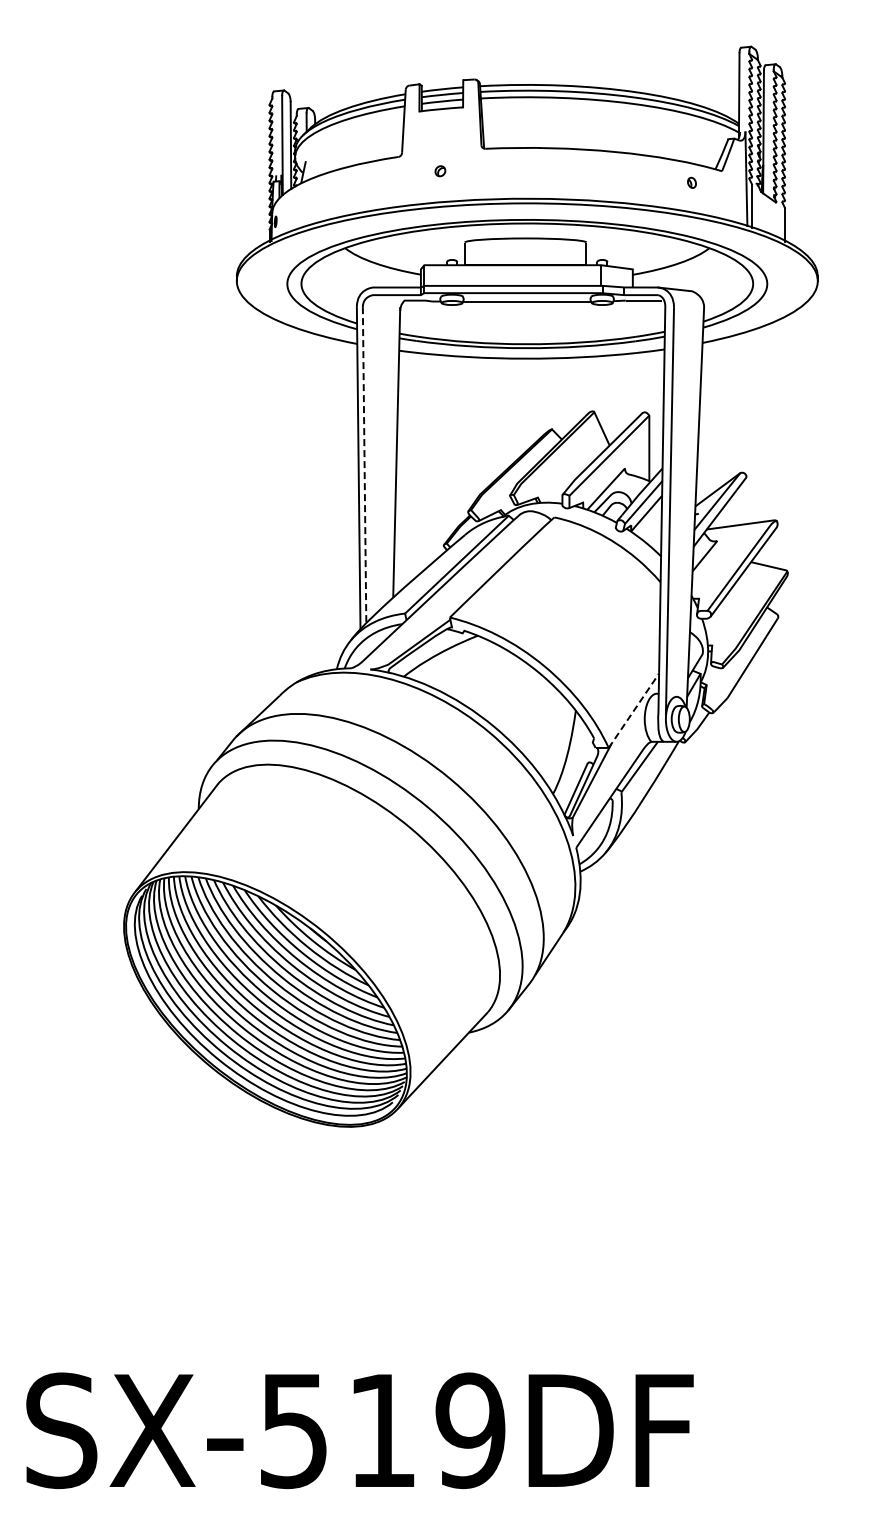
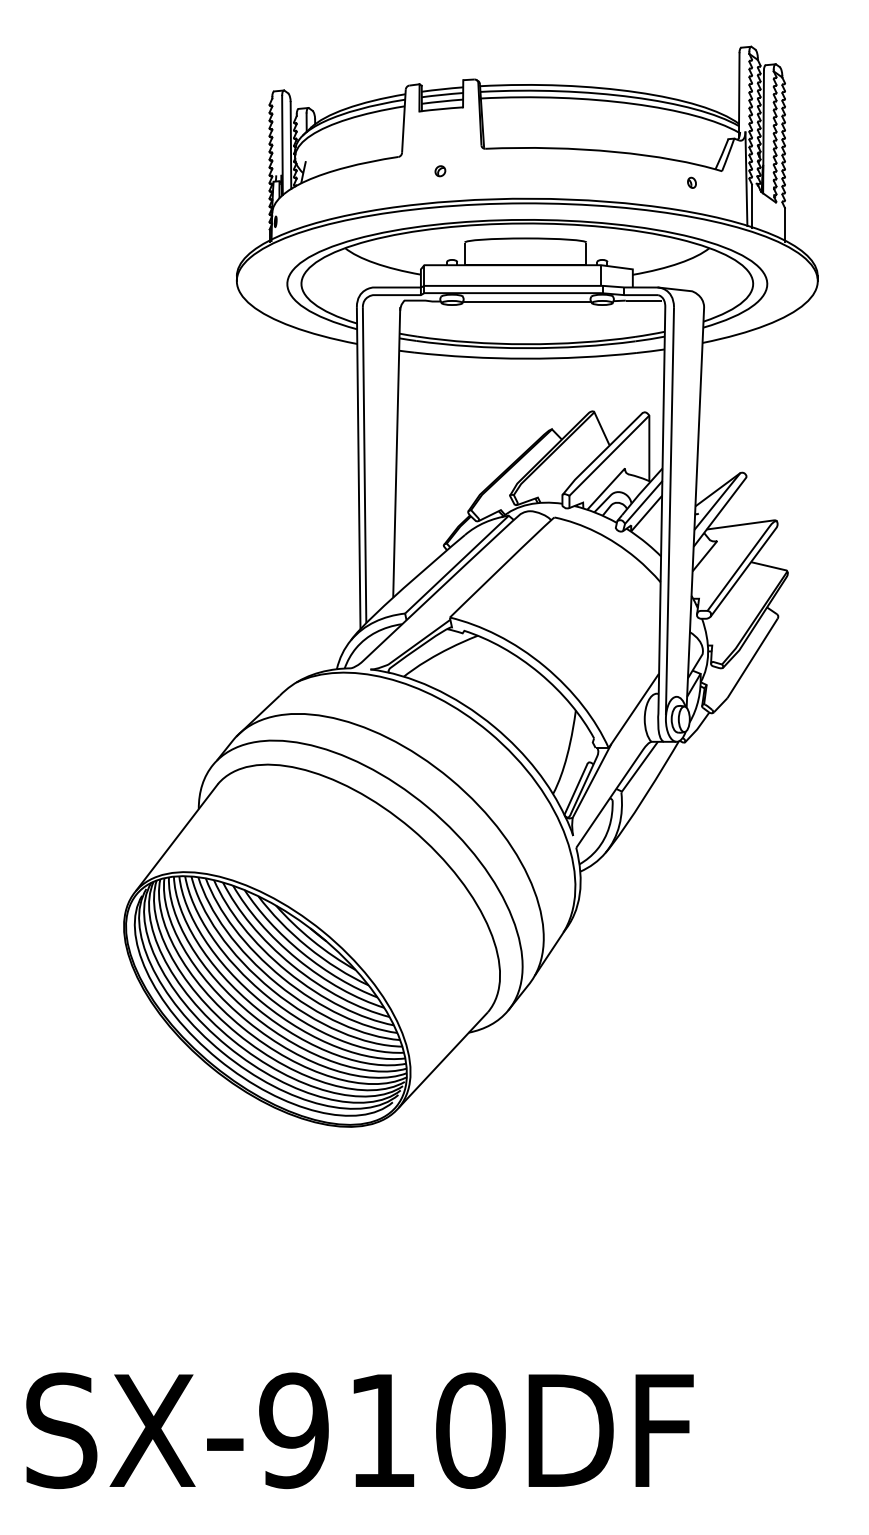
line at (364, 465): dashed -> solid
line at (633, 710): dashed -> solid
text at (382, 1430): SX-519DF -> SX-910DF
